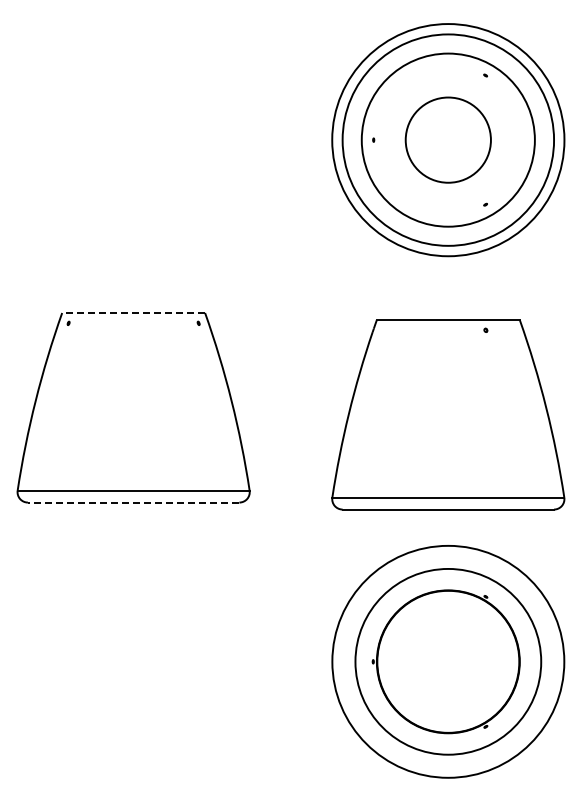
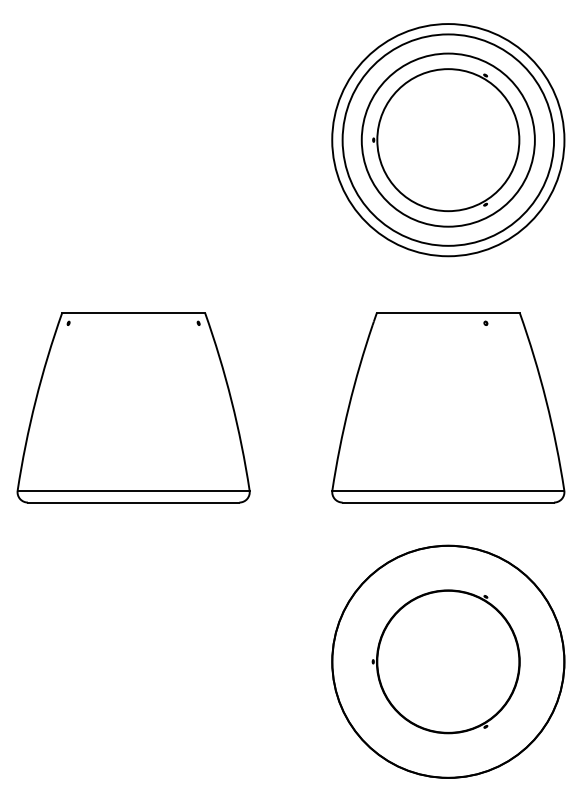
circle at (447, 139) diameter: 85 px -> 142 px
line at (133, 313): dashed -> solid
part at (448, 414) position: (448, 414) -> (448, 407)
line at (133, 502): dashed -> solid
circle at (448, 661) diameter: 186 px -> 232 px
